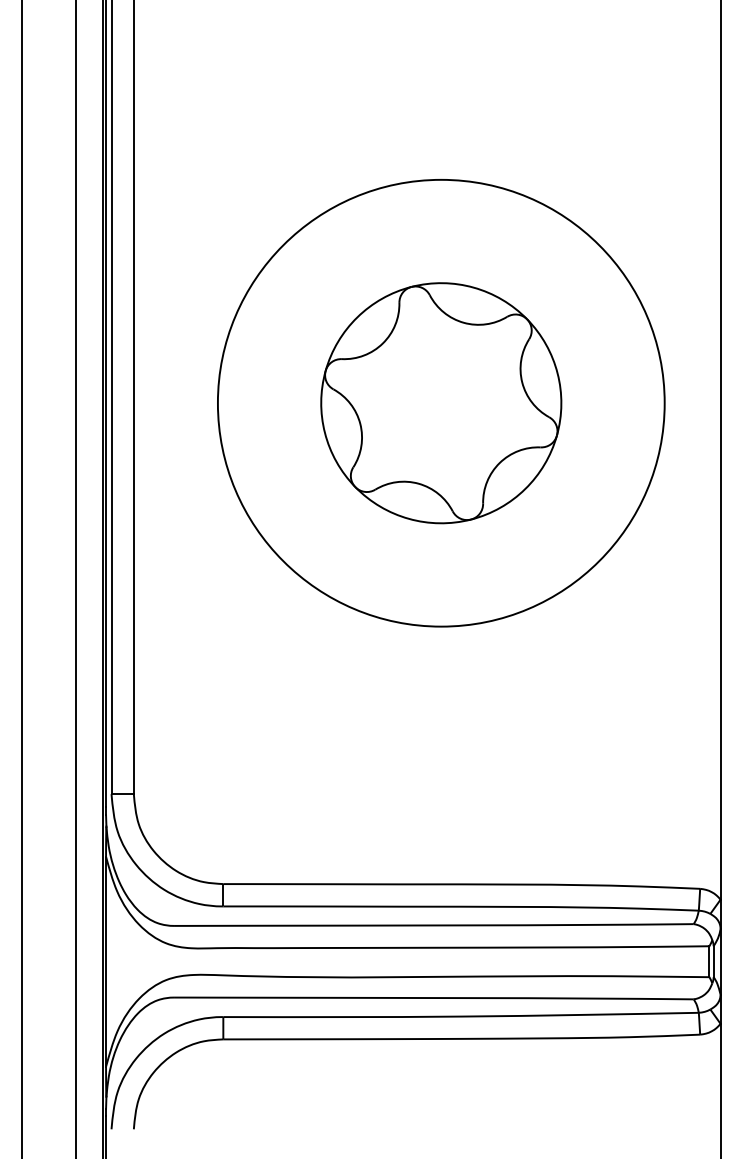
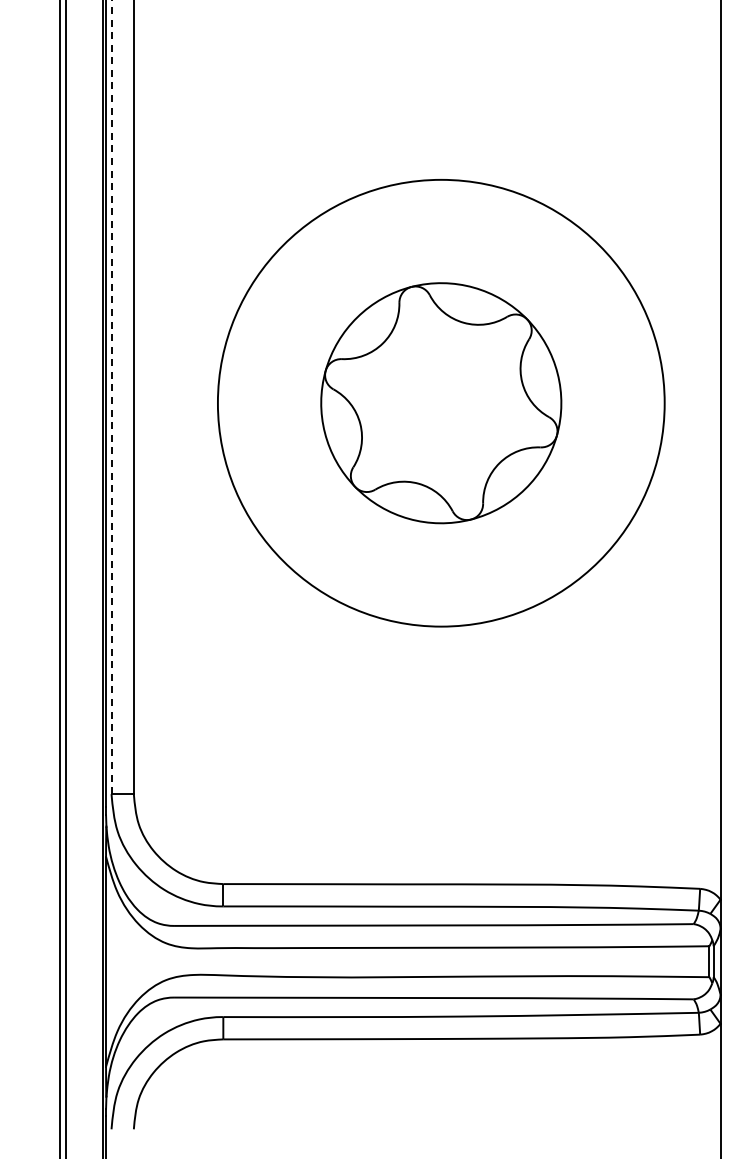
line at (111, 397): solid -> dashed
line at (22, 578) position: (22, 578) -> (66, 578)
line at (75, 578) position: (75, 578) -> (59, 578)
